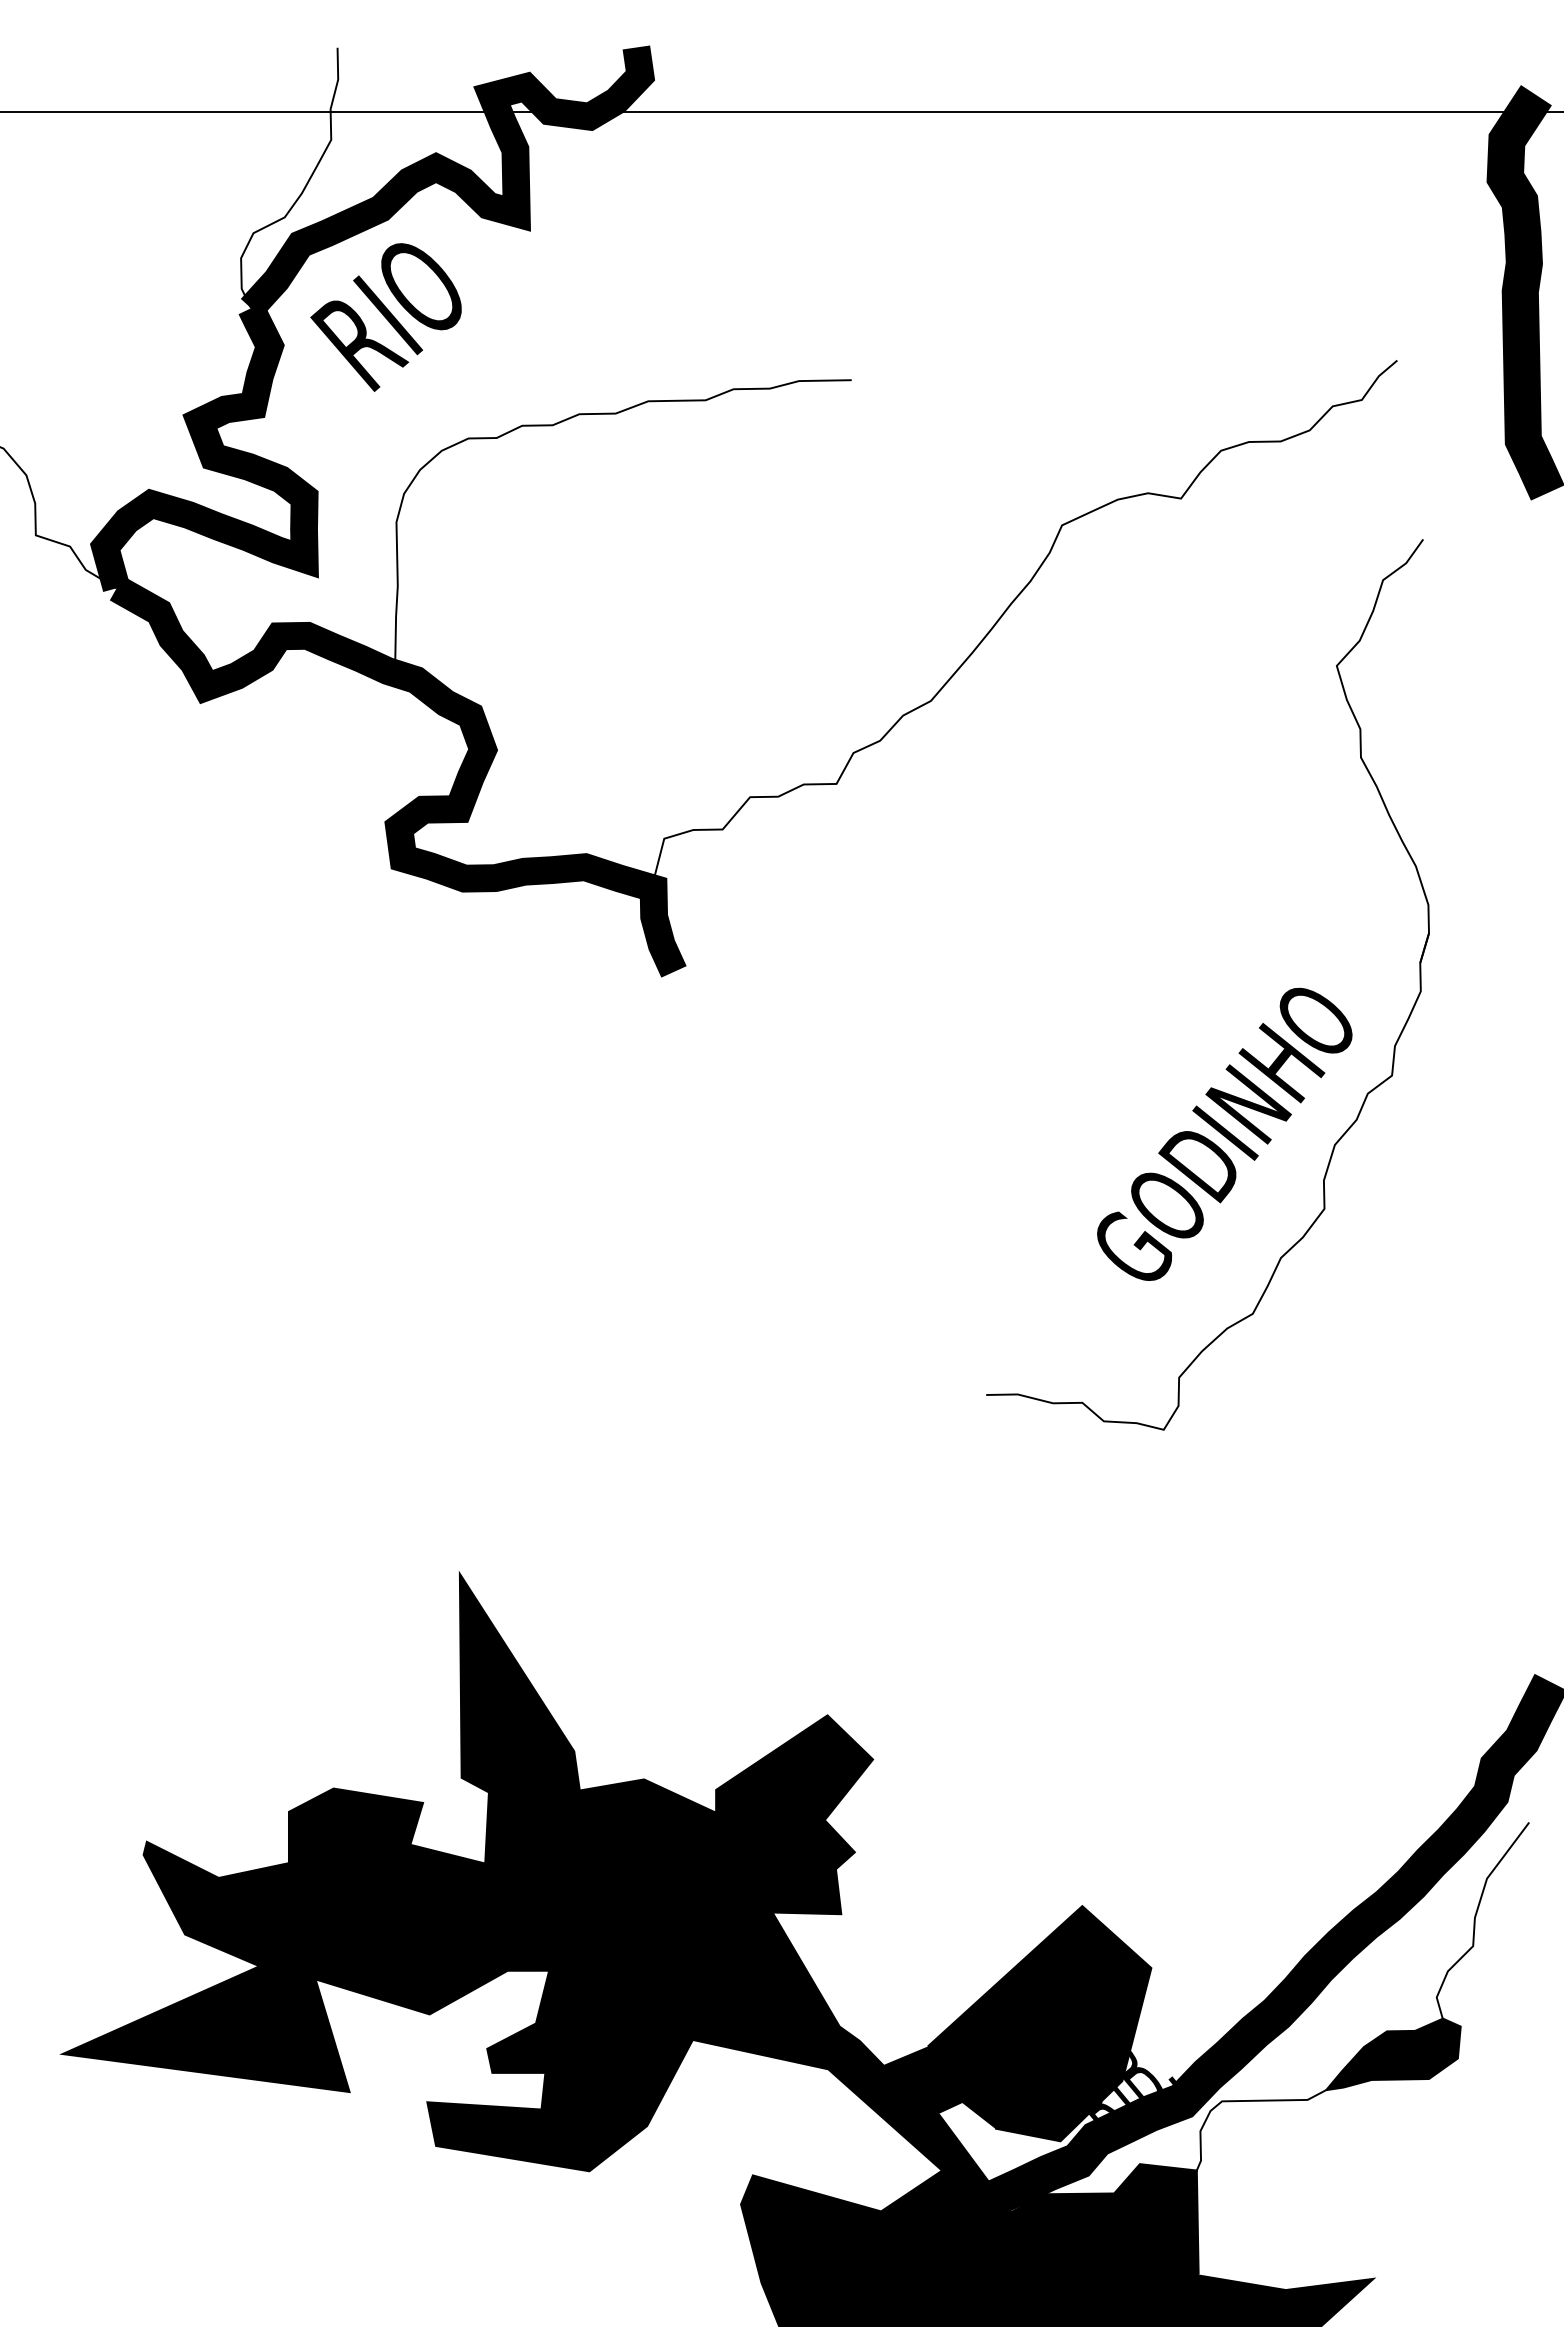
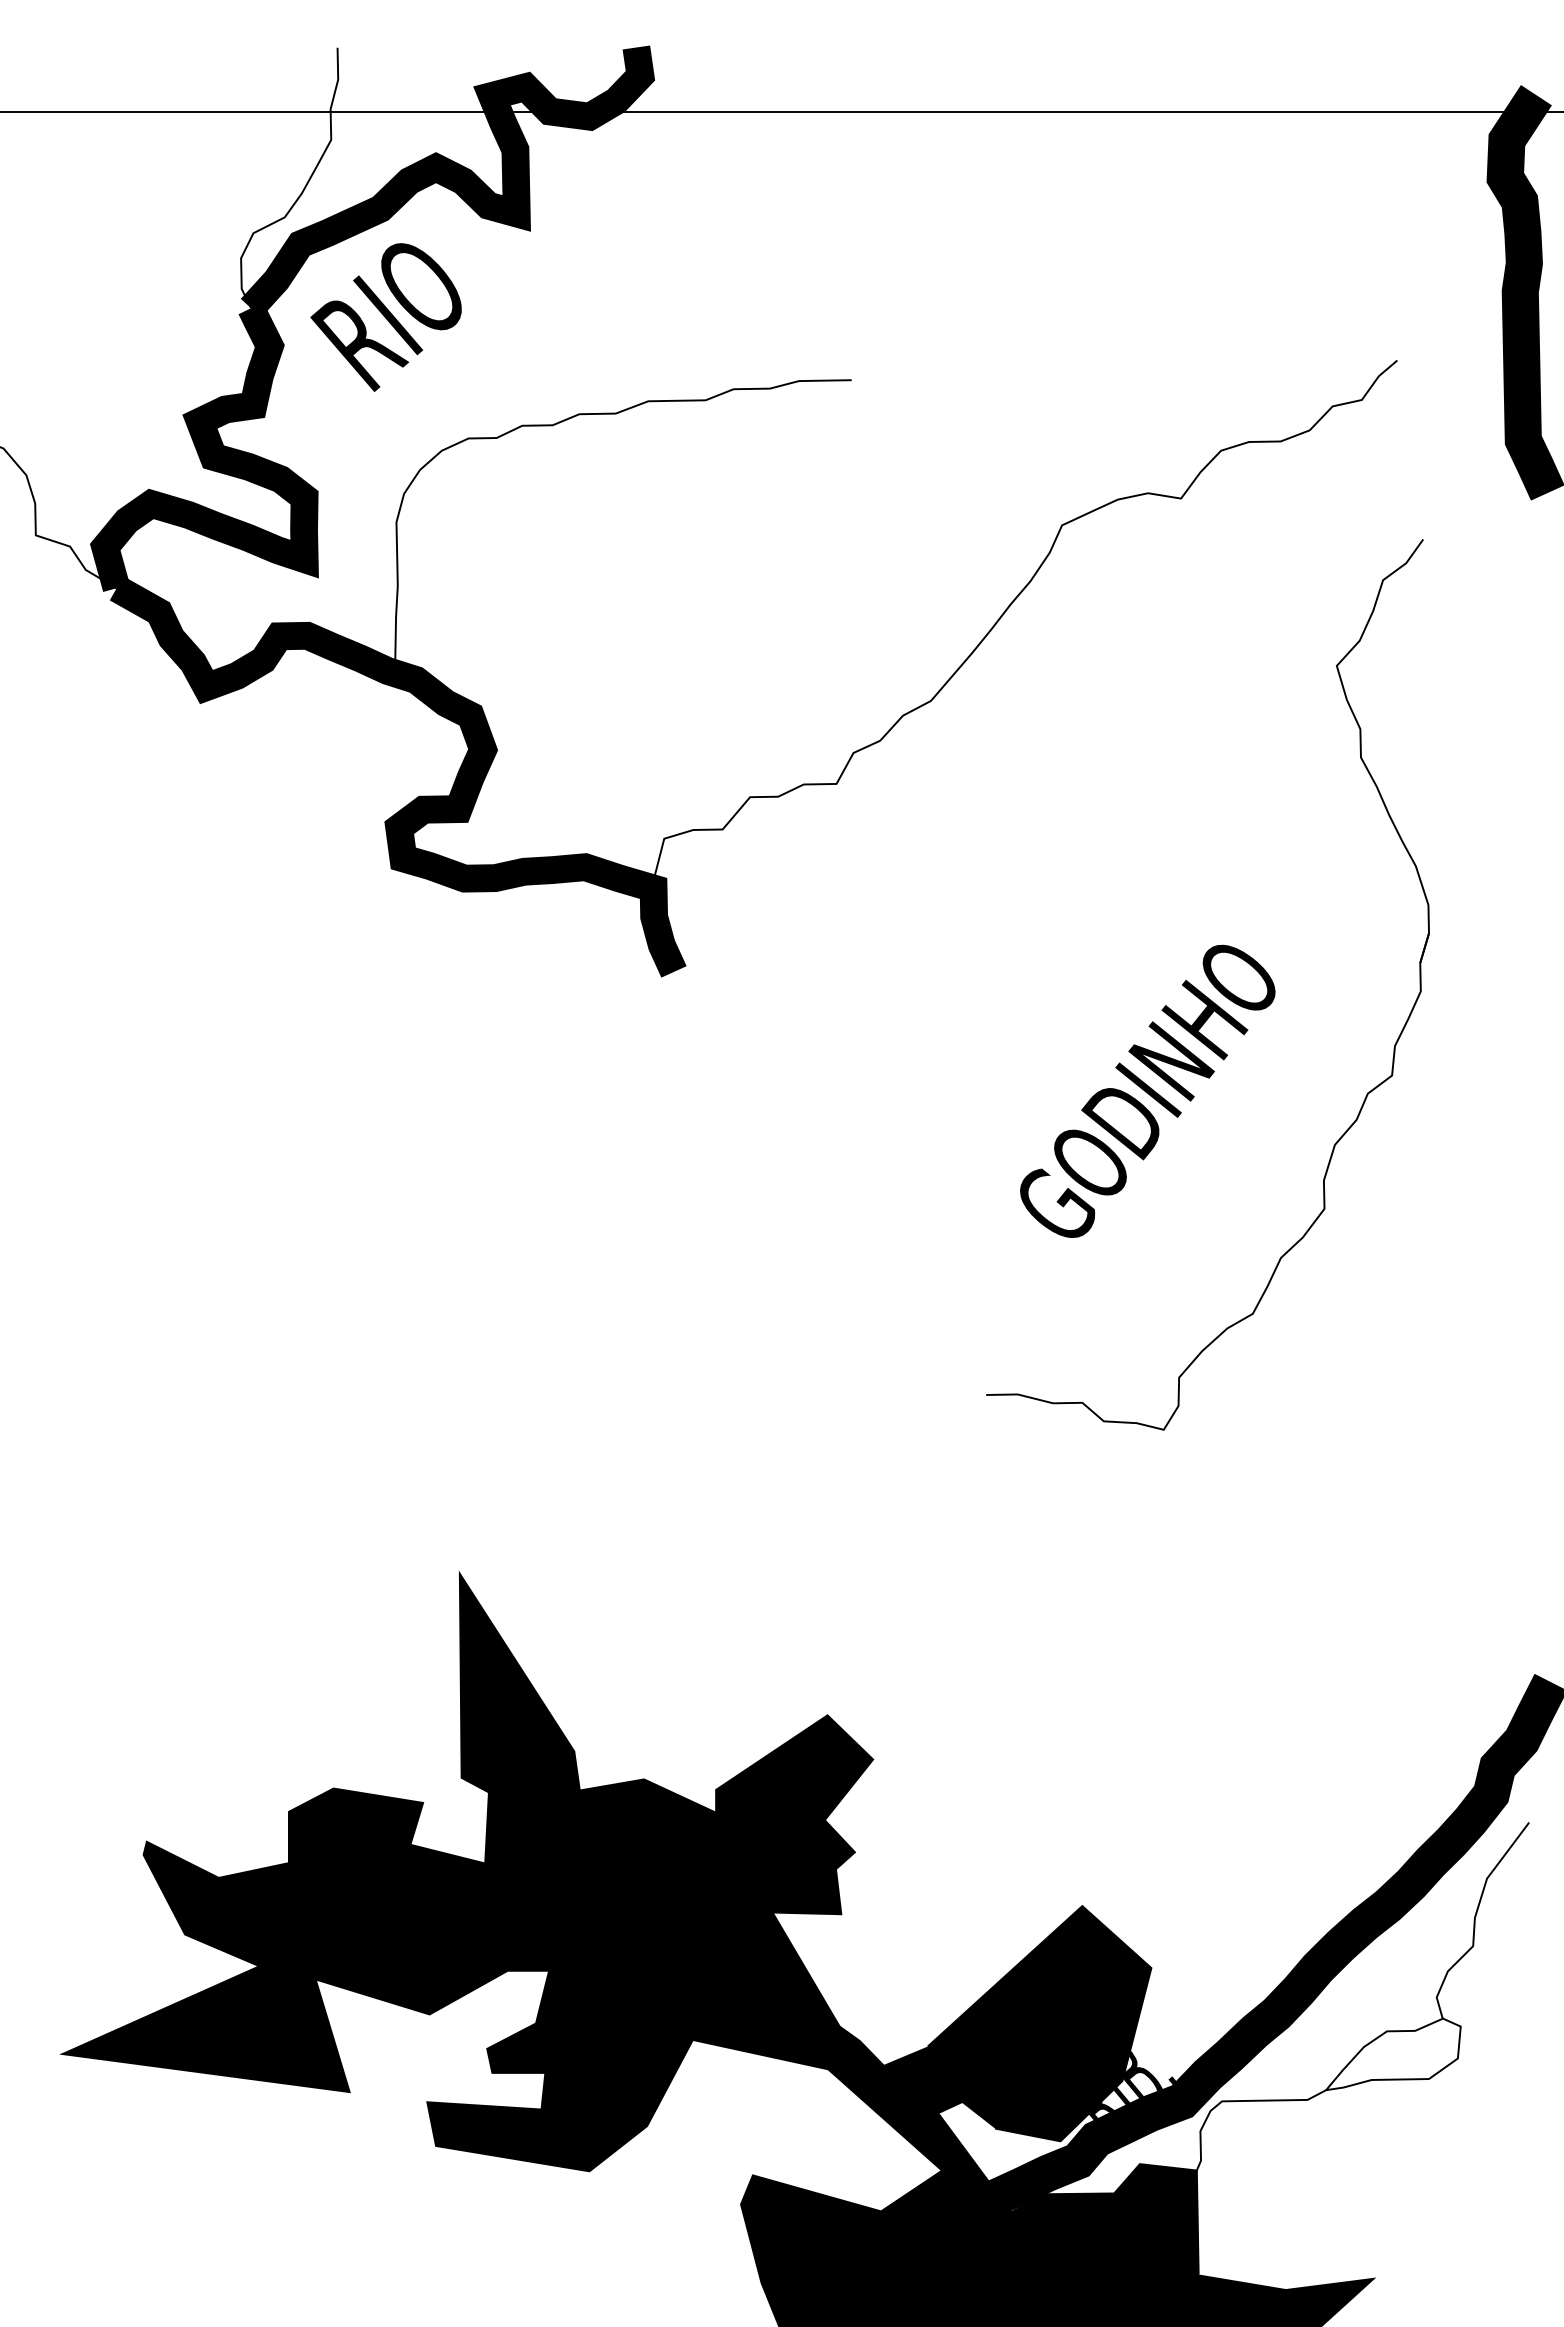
text at (1224, 1133) position: (1224, 1133) -> (1147, 1090)
fill at (1393, 2054): present -> none
